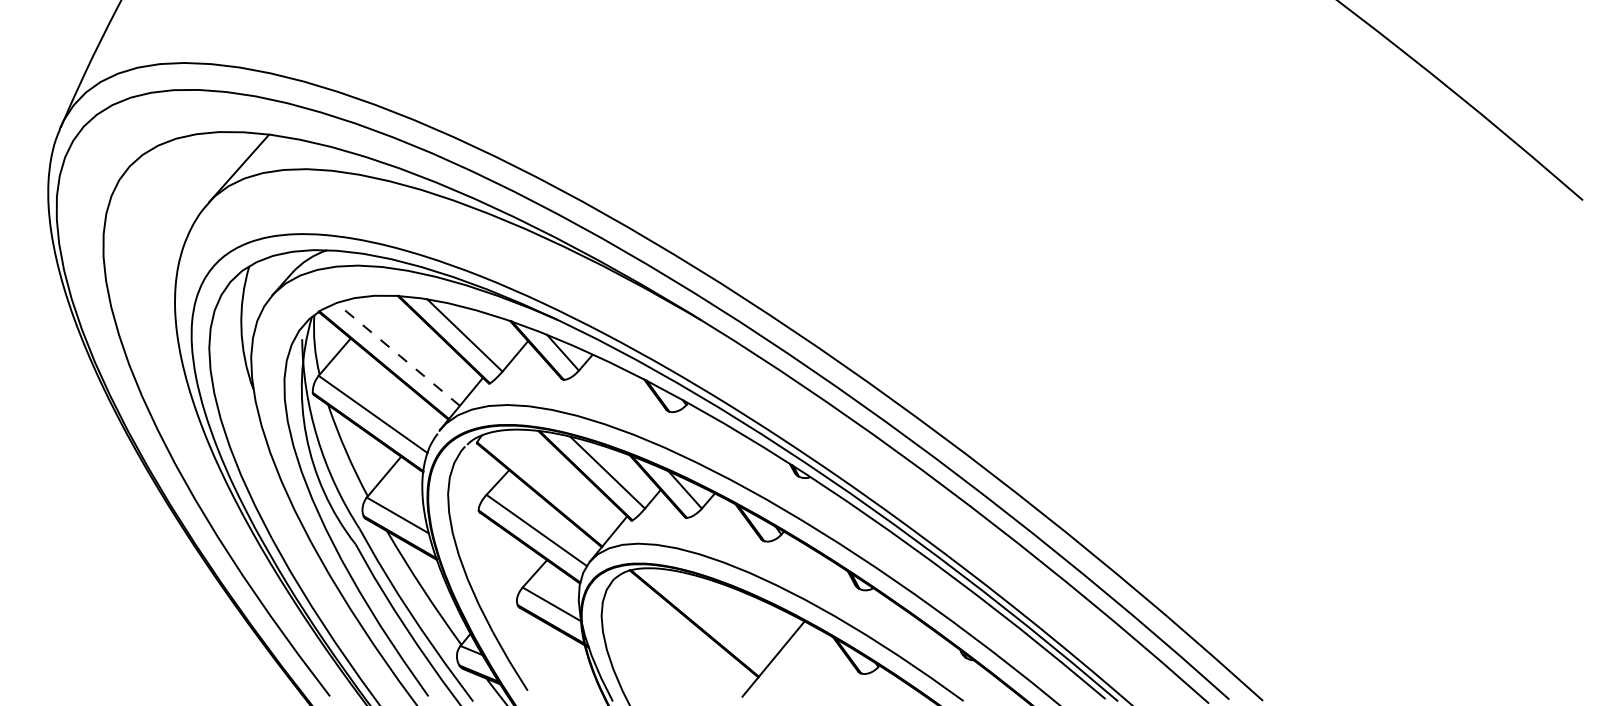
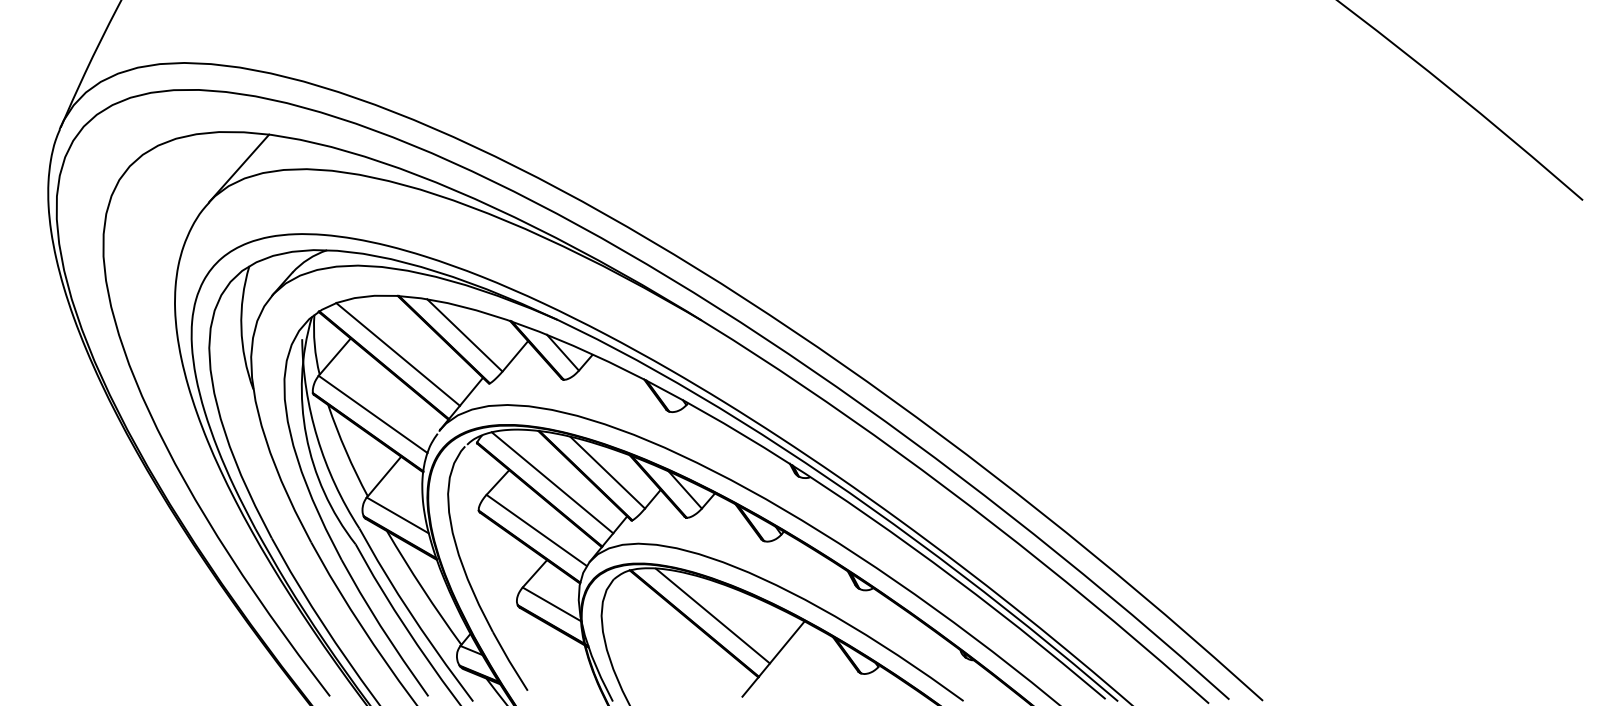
line at (397, 354): dashed -> solid
line at (552, 482): none -> present
line at (712, 615): none -> present
